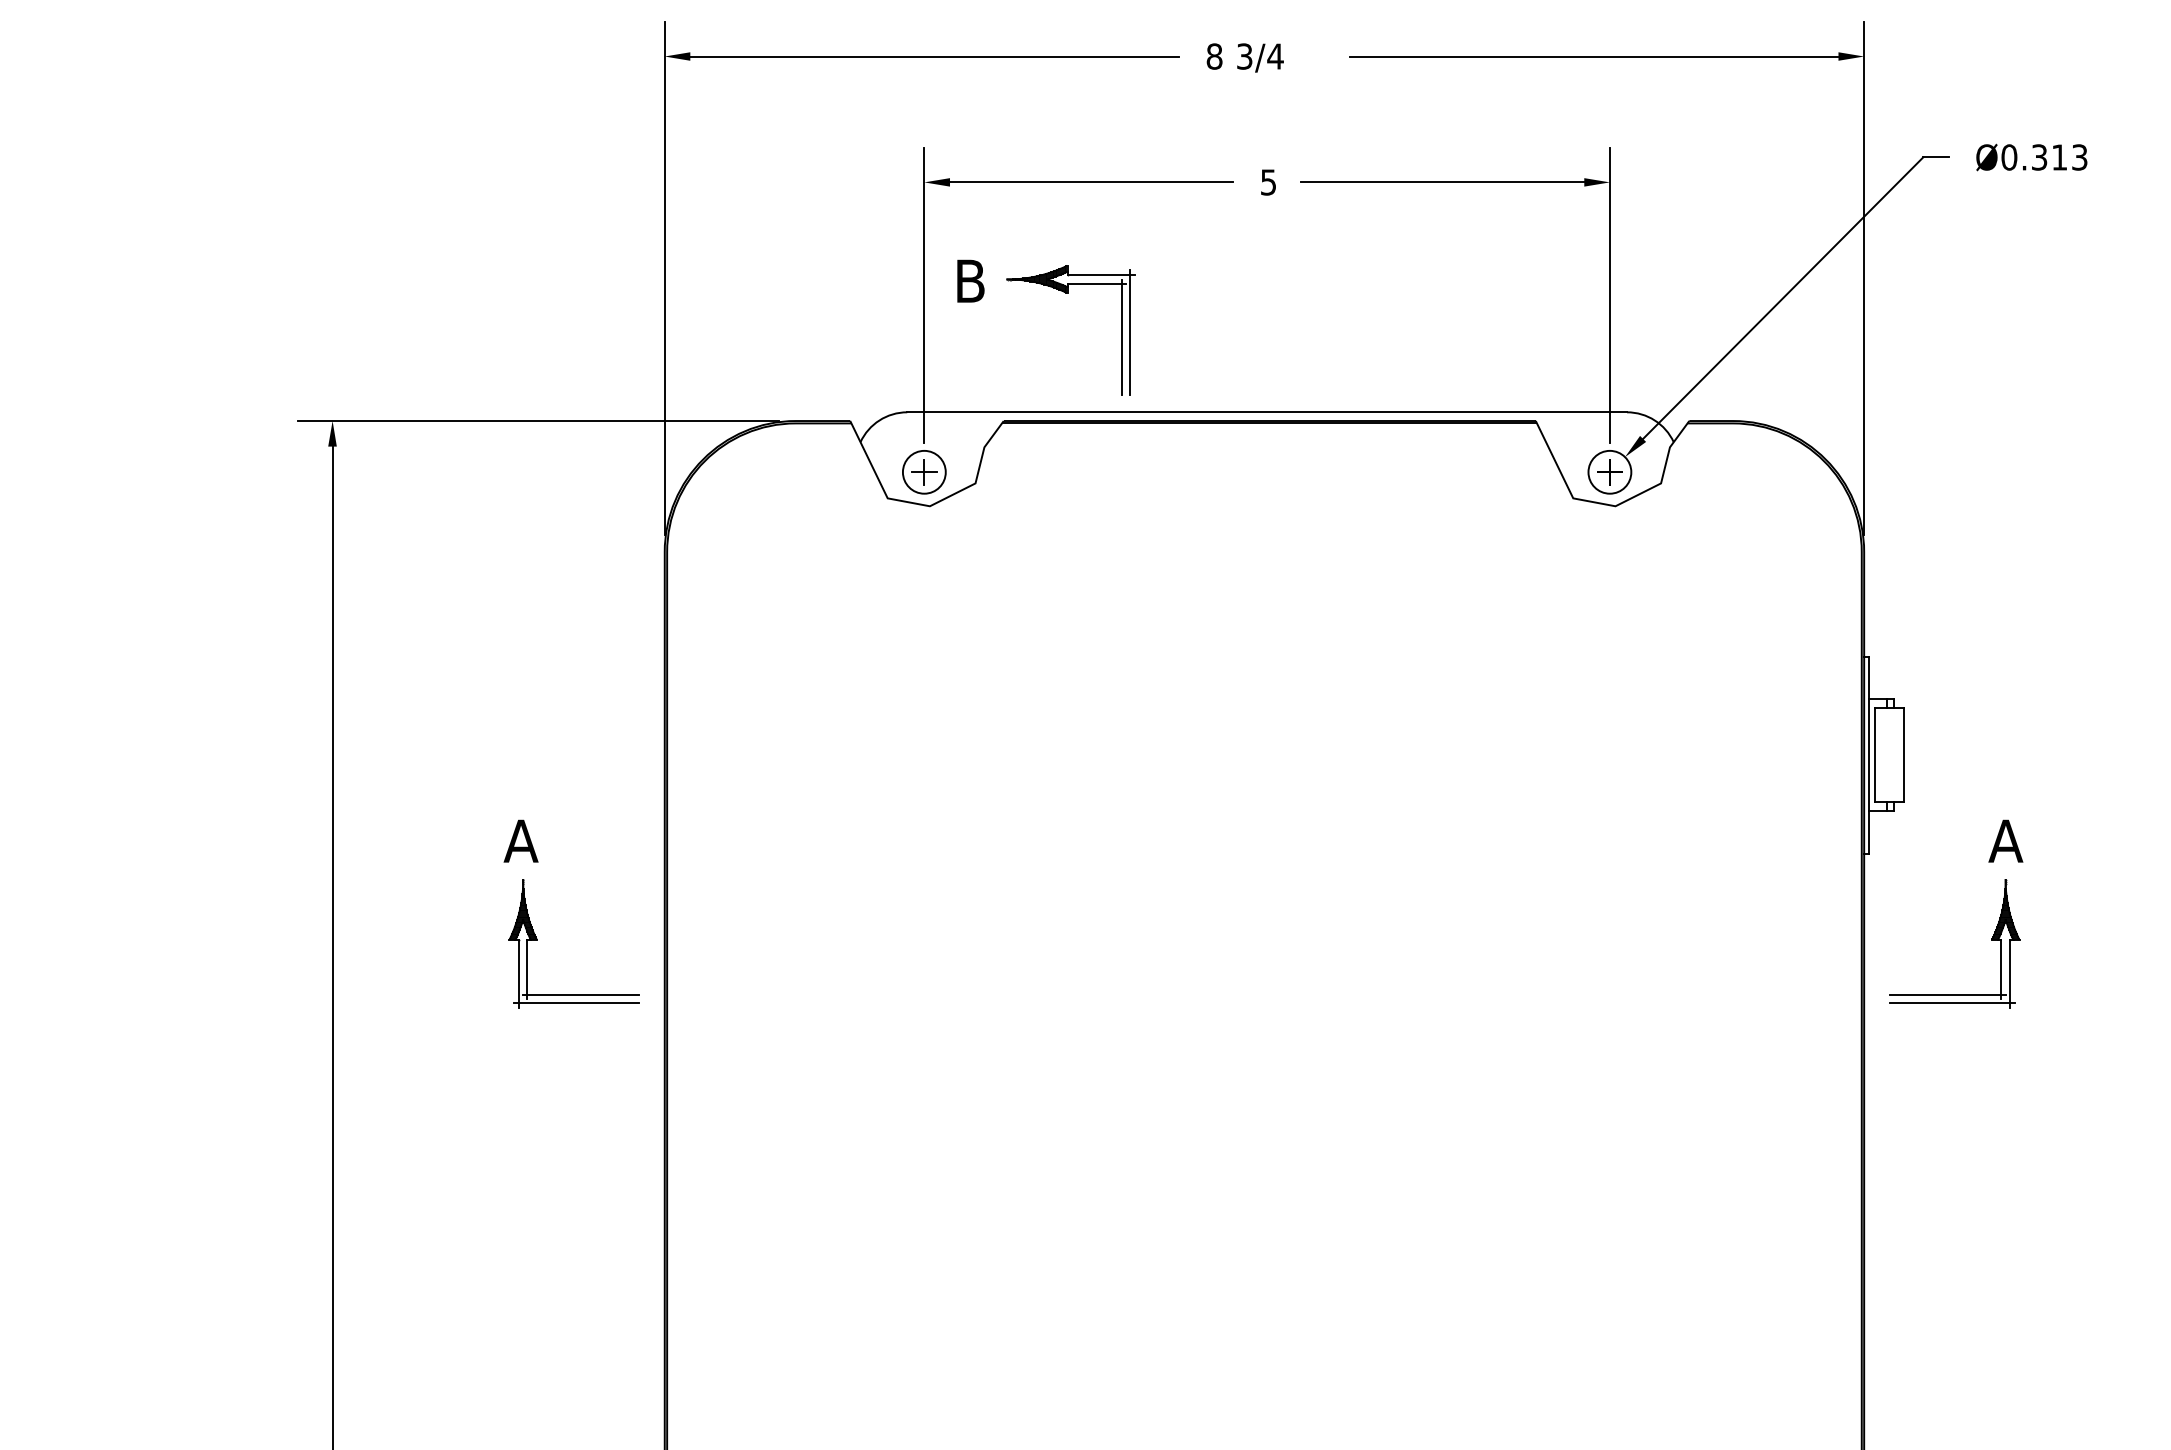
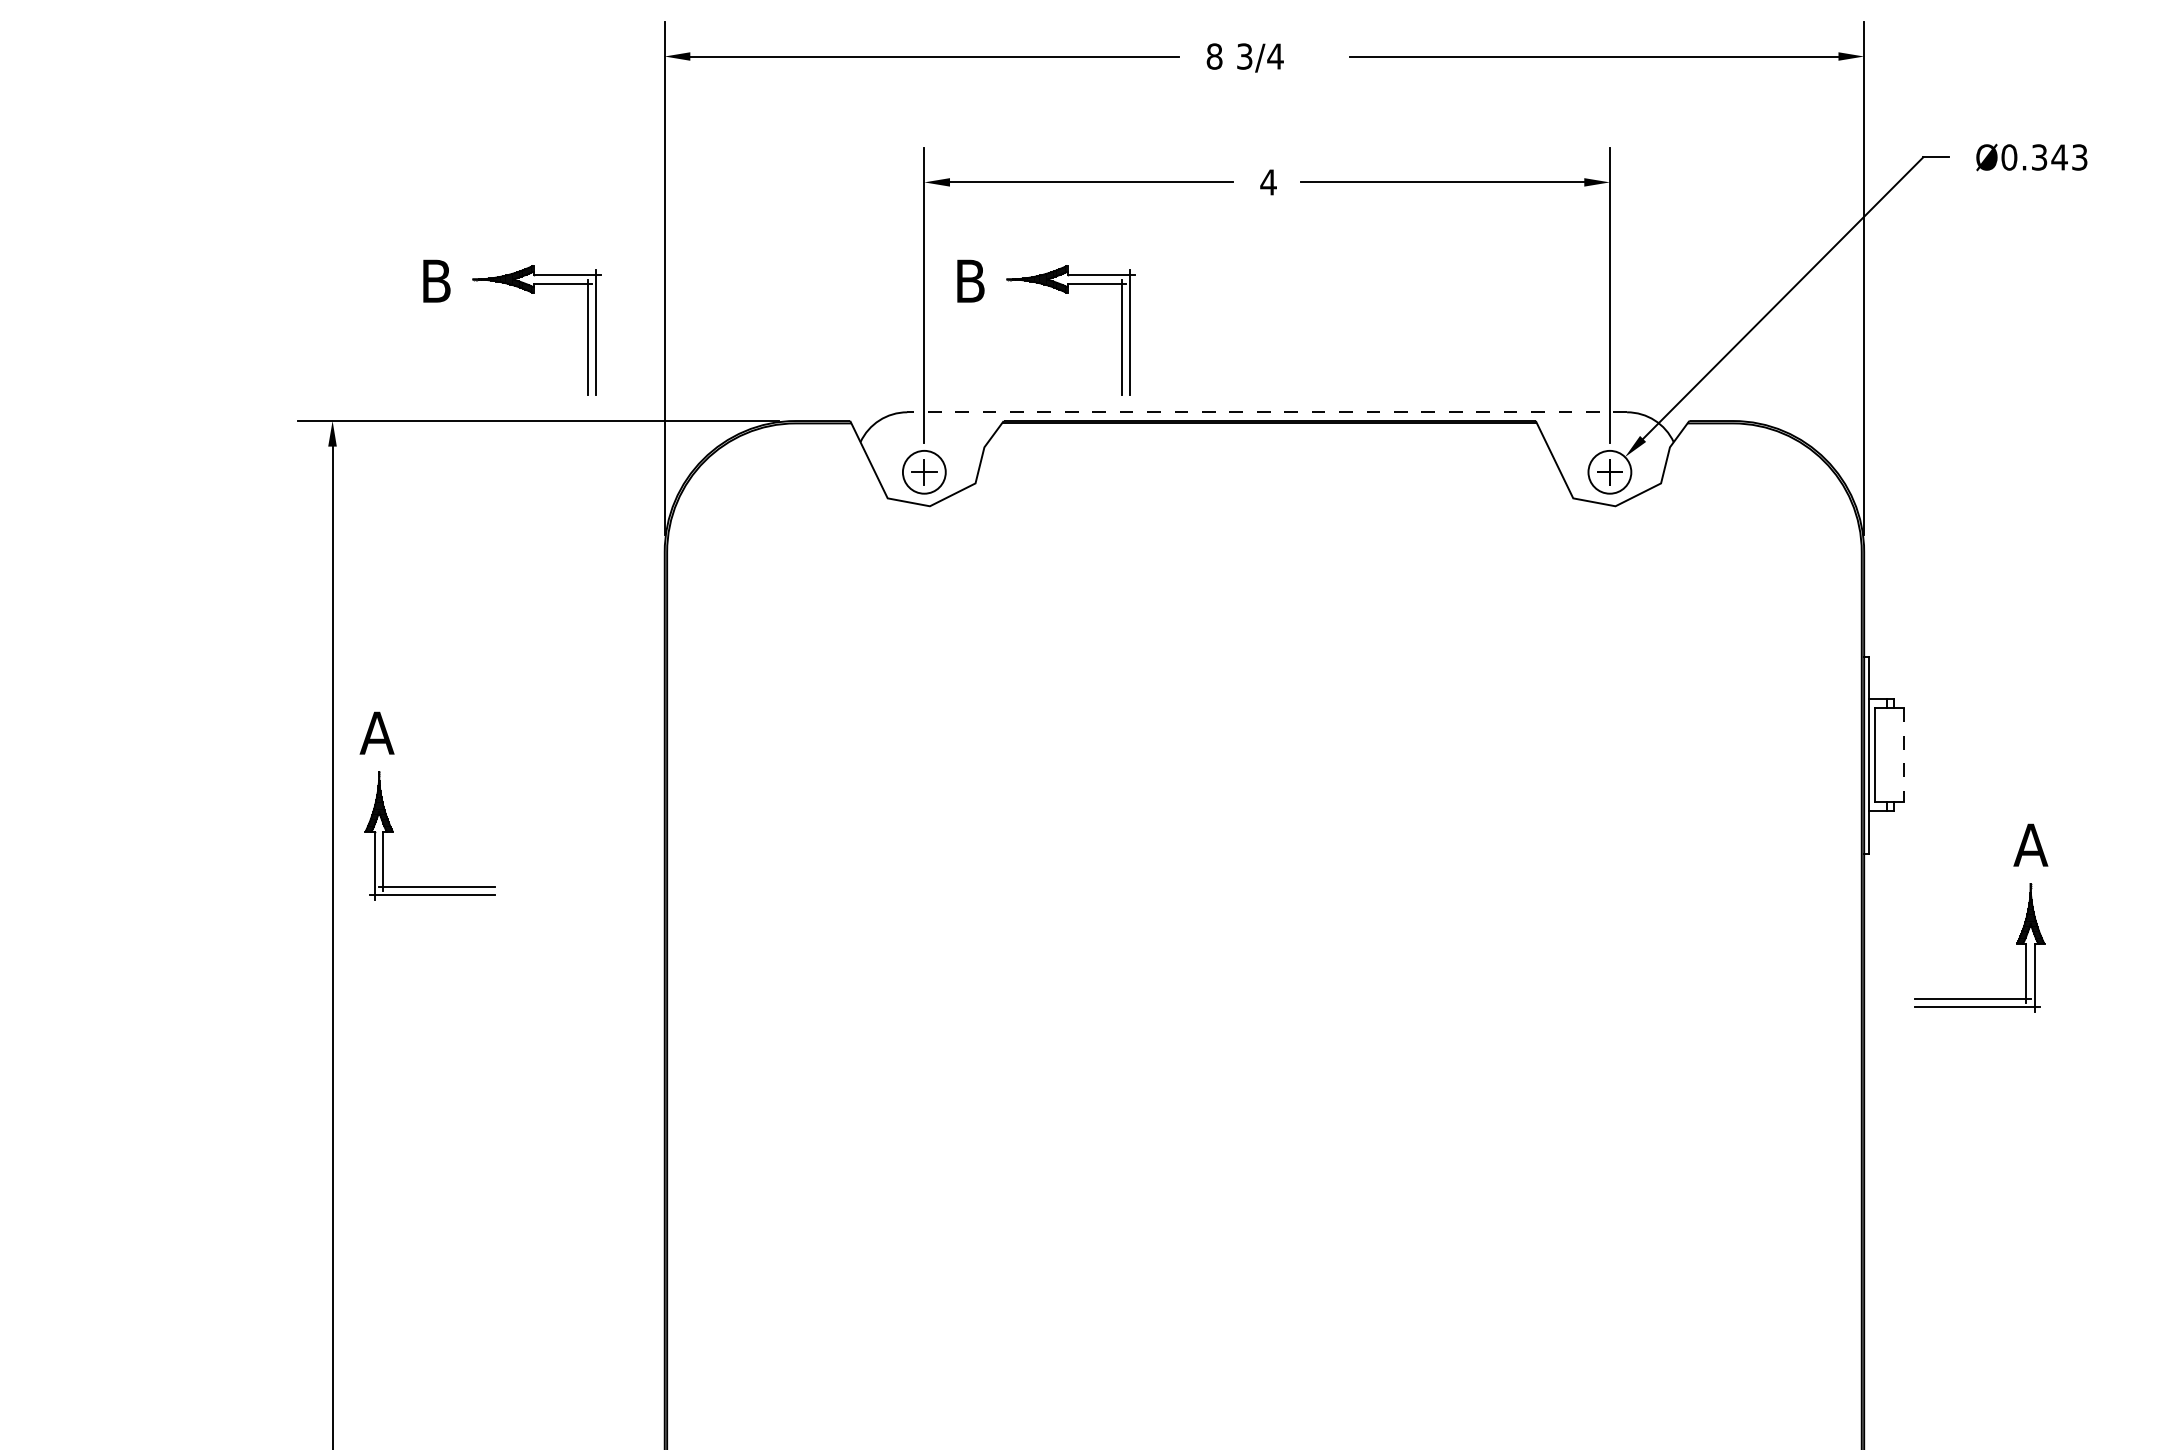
text at (2059, 157): Ø0.313 -> Ø0.343
text at (1268, 182): 5 -> 4
part at (526, 291): none -> present
line at (1267, 412): solid -> dashed
line at (1904, 755): solid -> dashed
part at (532, 926) position: (532, 926) -> (388, 818)
part at (1994, 931) position: (1994, 931) -> (2019, 935)
